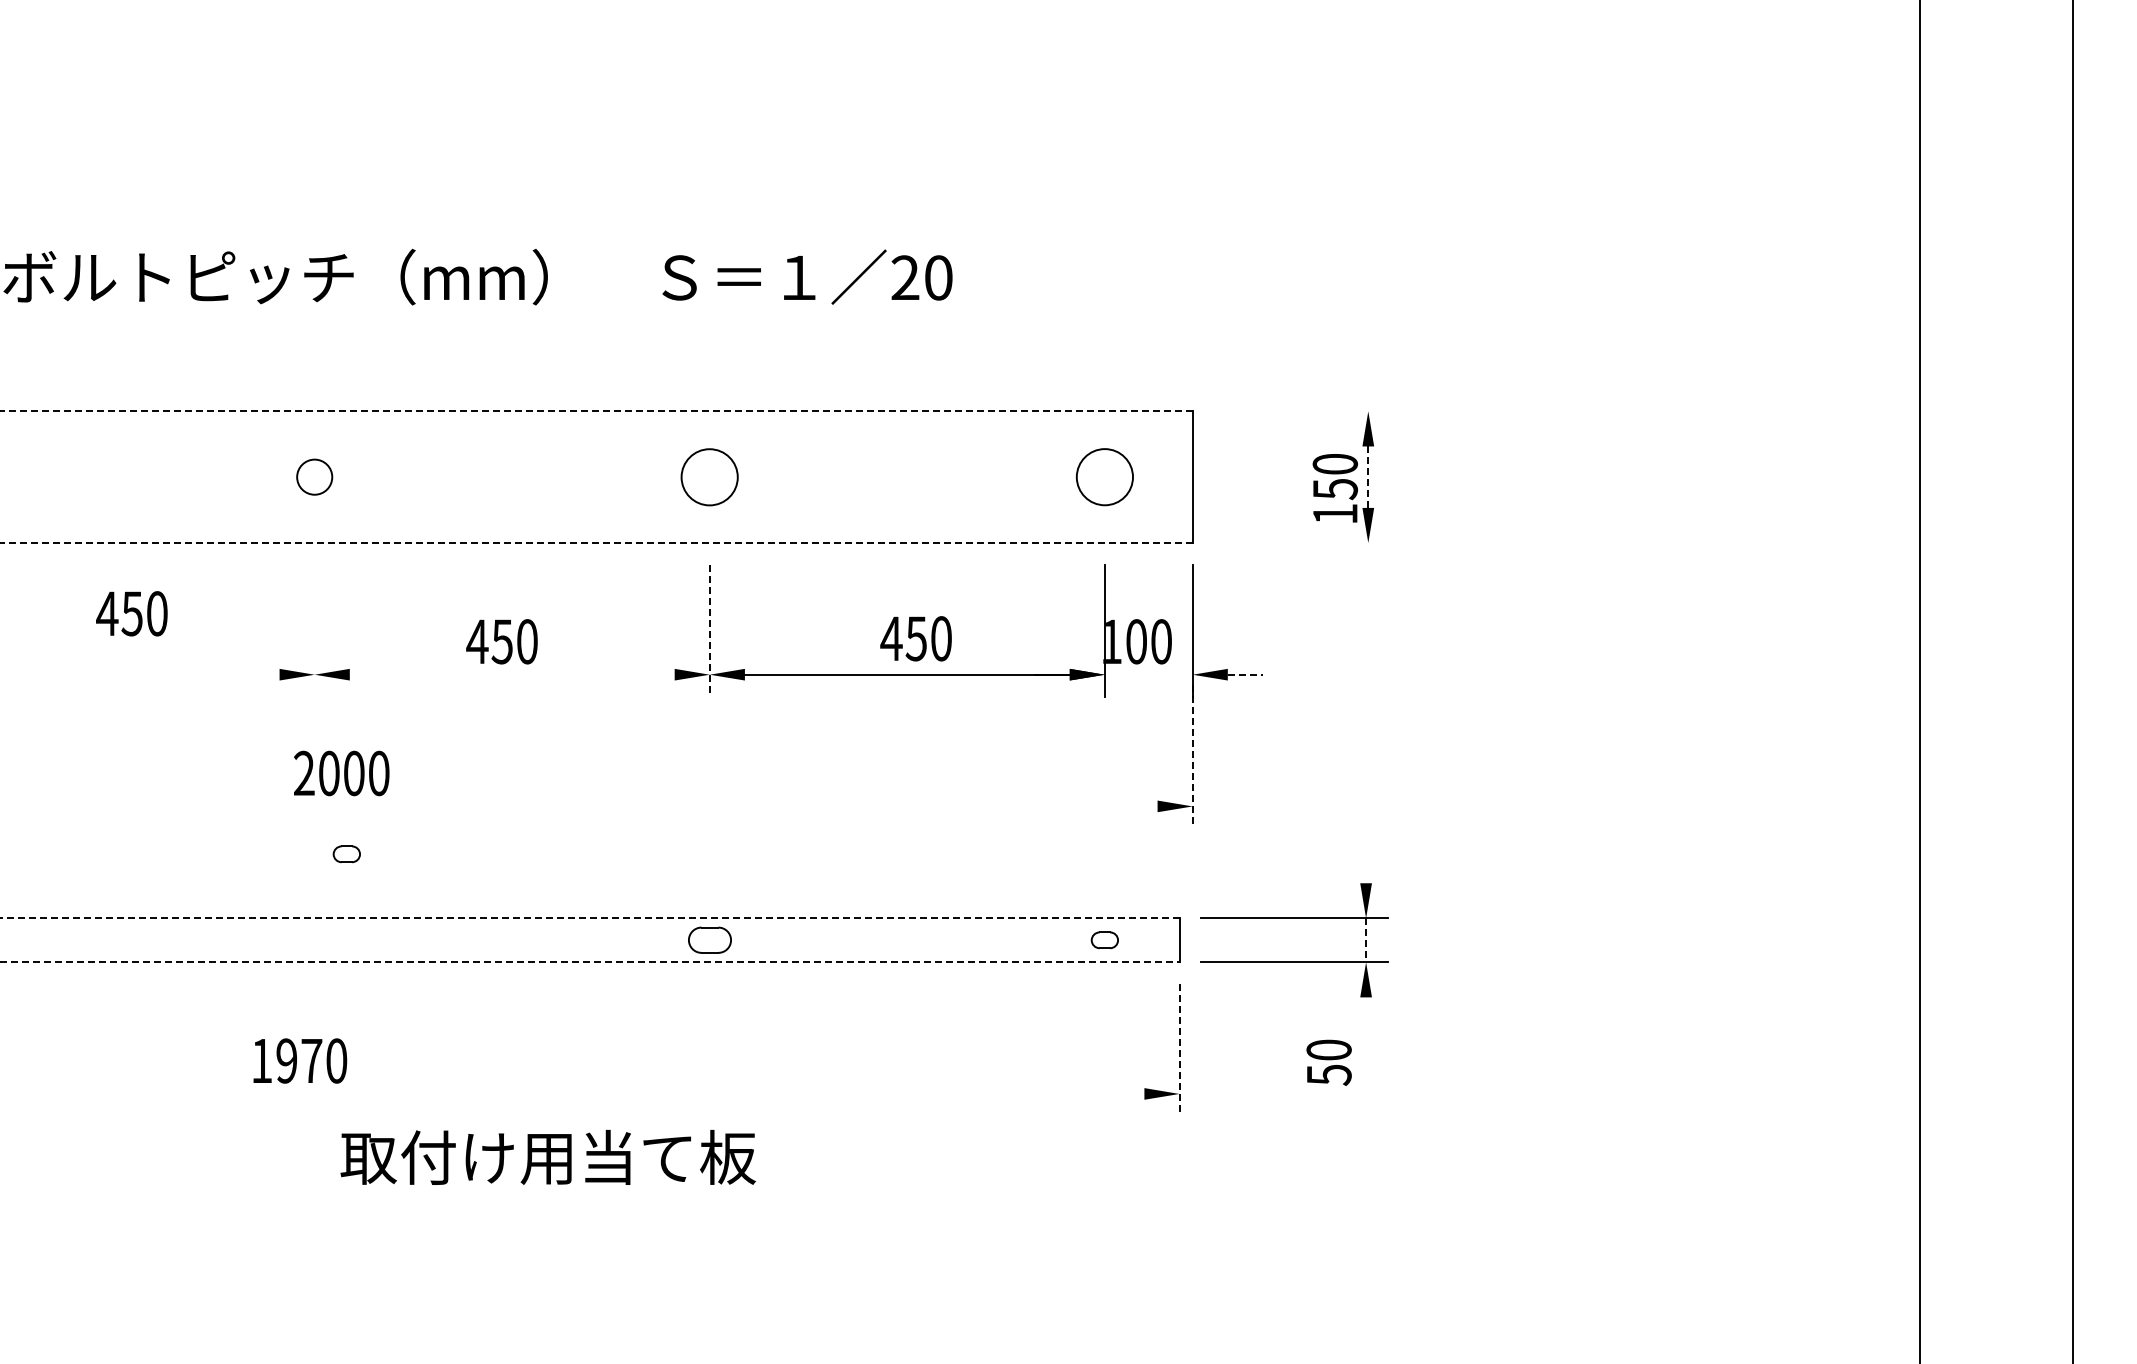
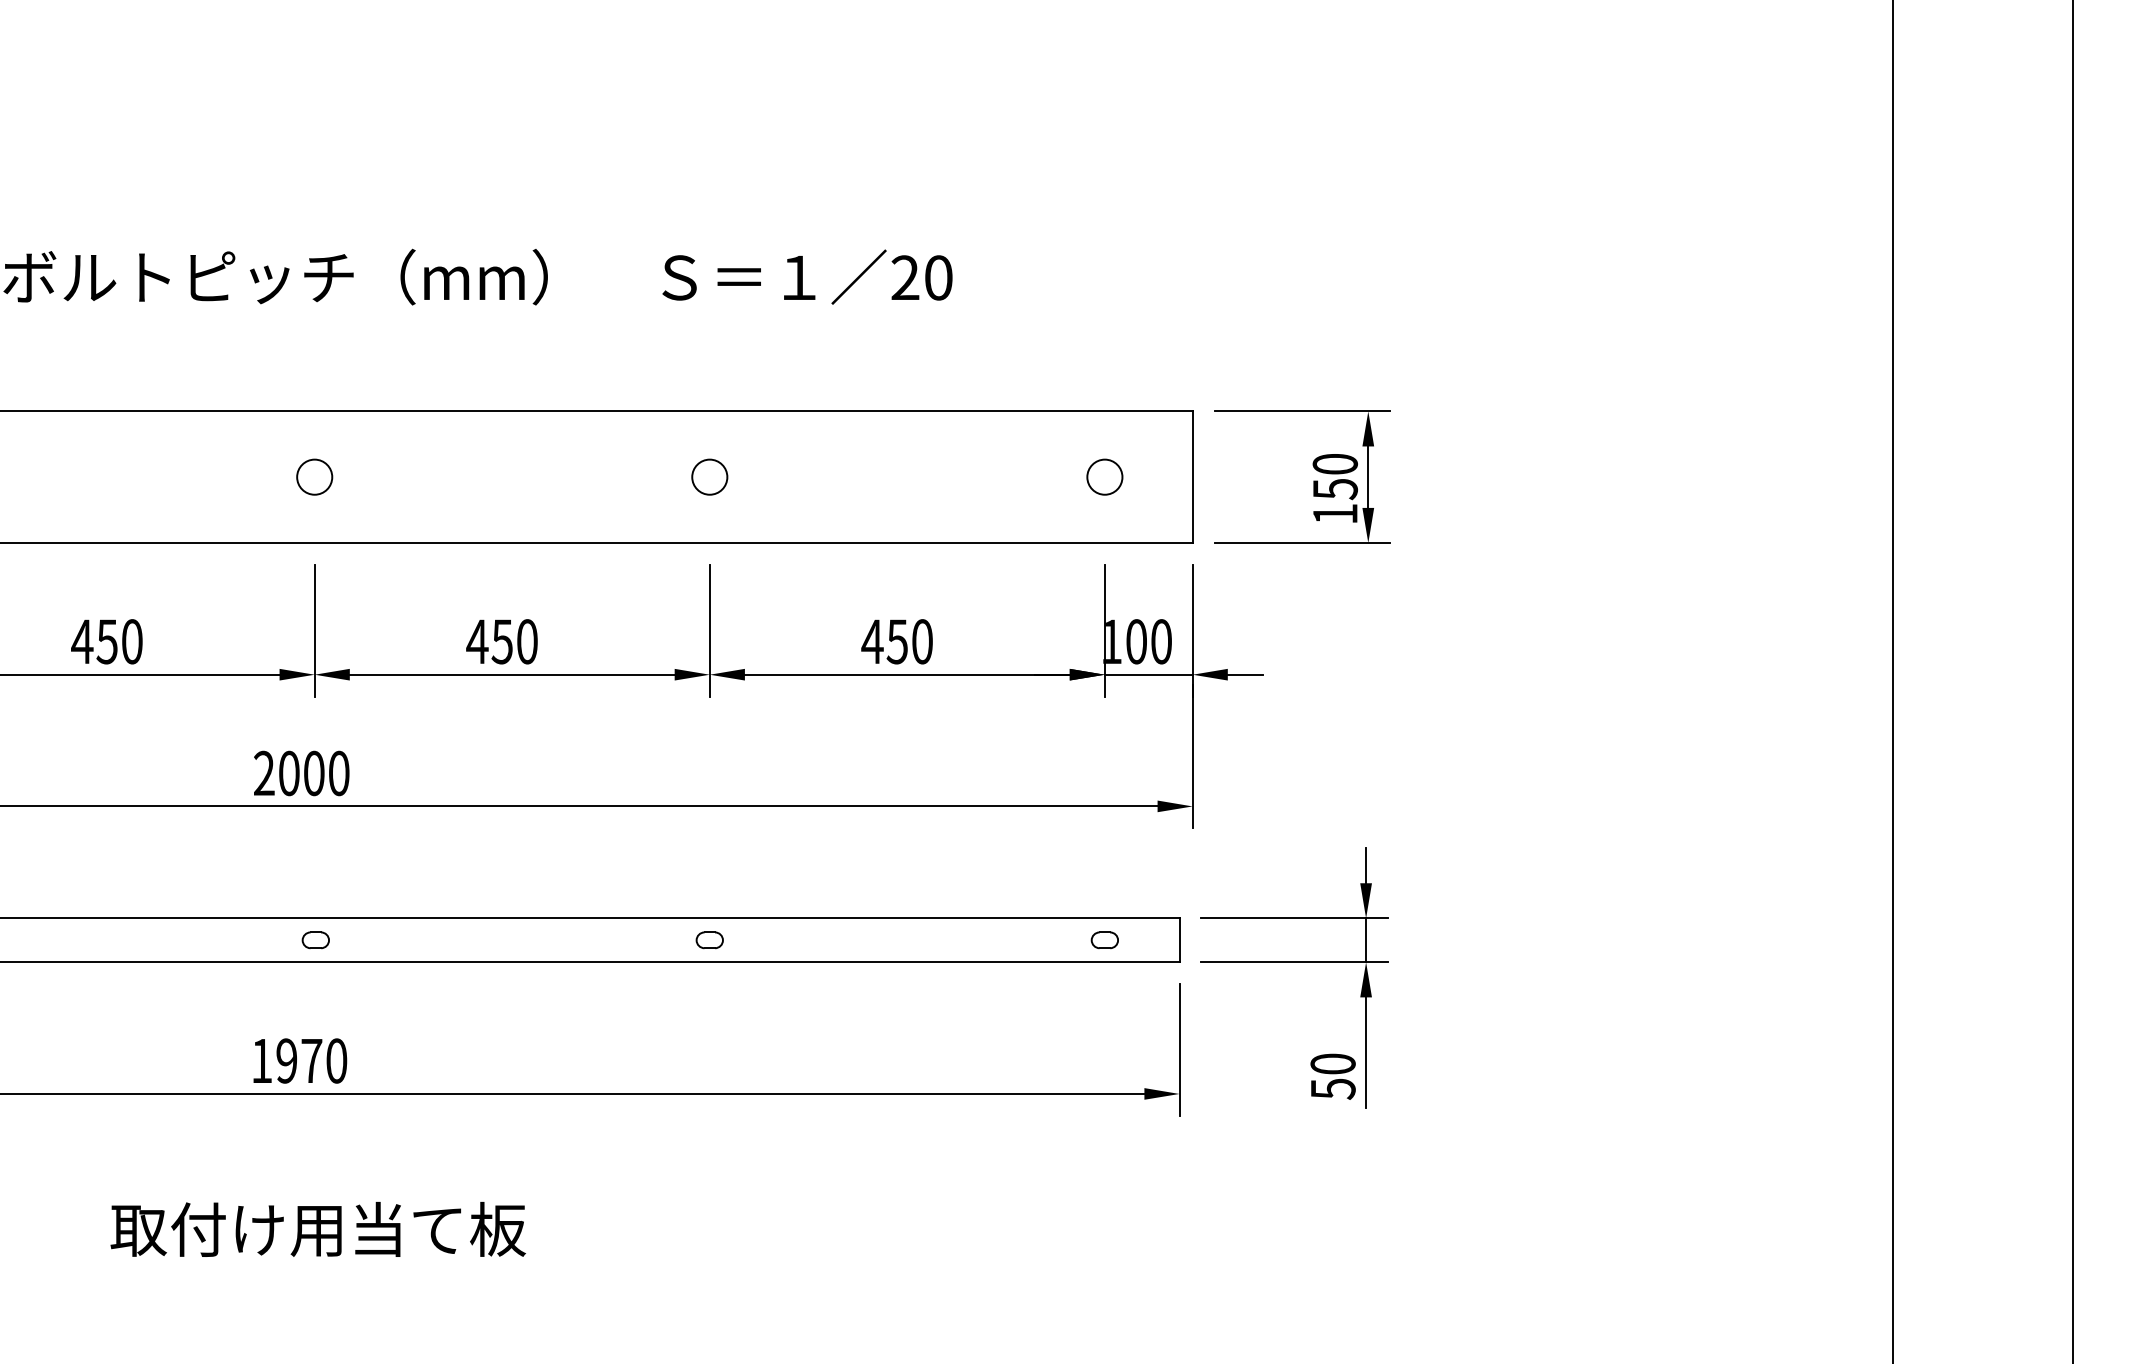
line at (596, 411): dashed -> solid
line at (1302, 411): none -> present
circle at (709, 477) size: 59x59 px -> 38x38 px
circle at (1104, 477) diameter: 56 px -> 35 px
line at (1368, 477): dashed -> solid
line at (596, 543): dashed -> solid
line at (1302, 543): none -> present
text at (131, 613) position: (131, 613) -> (106, 641)
line at (314, 630): none -> present
line at (709, 630): dashed -> solid
text at (915, 638) position: (915, 638) -> (896, 641)
line at (140, 674): none -> present
line at (511, 674): none -> present
line at (1148, 674): none -> present
line at (1245, 674): dashed -> solid
line at (1919, 681) position: (1919, 681) -> (1892, 681)
line at (1192, 757): dashed -> solid
text at (341, 773) position: (341, 773) -> (301, 773)
line at (579, 806): none -> present
part at (346, 854) position: (346, 854) -> (315, 940)
line at (1366, 865): none -> present
line at (589, 918): dashed -> solid
part at (709, 939) size: 44x28 px -> 29x19 px
line at (1366, 940): dashed -> solid
line at (590, 962): dashed -> solid
line at (1179, 1050): dashed -> solid
line at (1366, 1052): none -> present
text at (1328, 1062) position: (1328, 1062) -> (1332, 1076)
line at (573, 1093): none -> present
text at (547, 1157) position: (547, 1157) -> (317, 1229)
